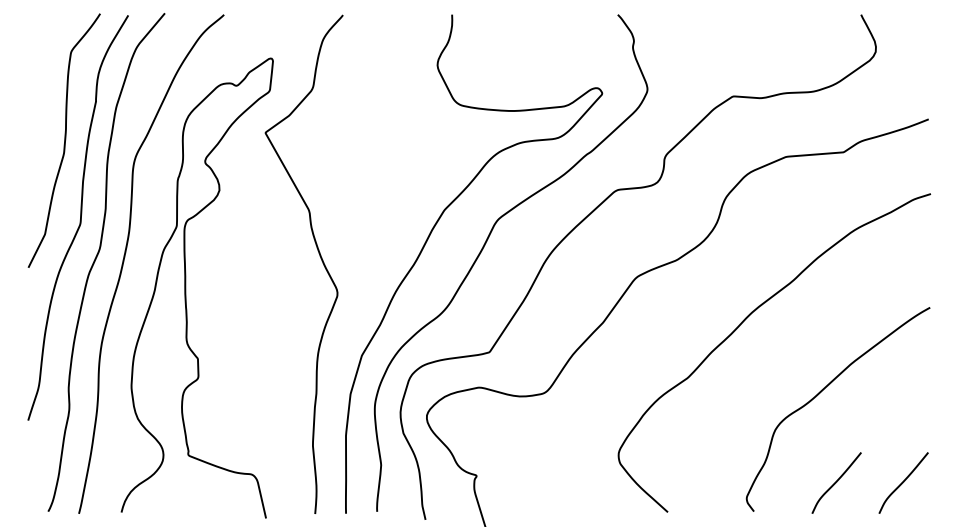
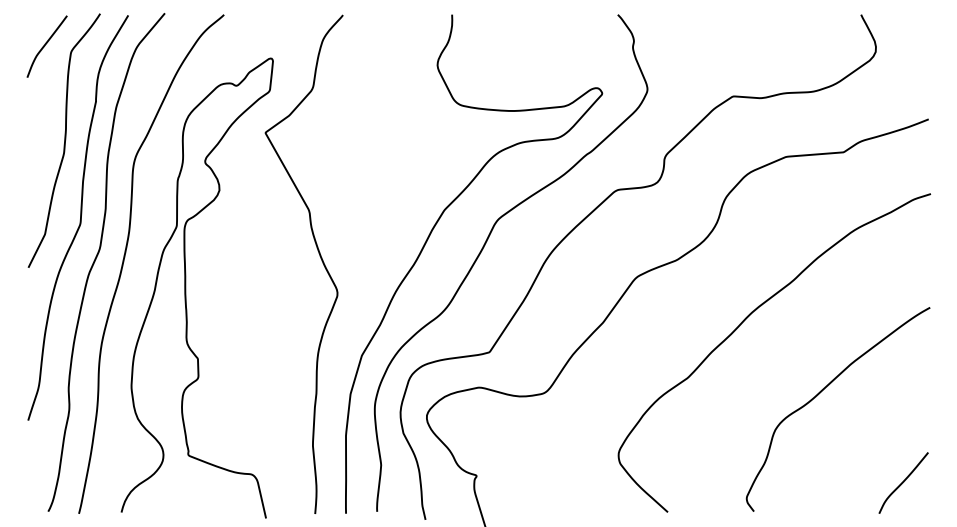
curve at (45, 46): none -> present
curve at (836, 482): present -> none
